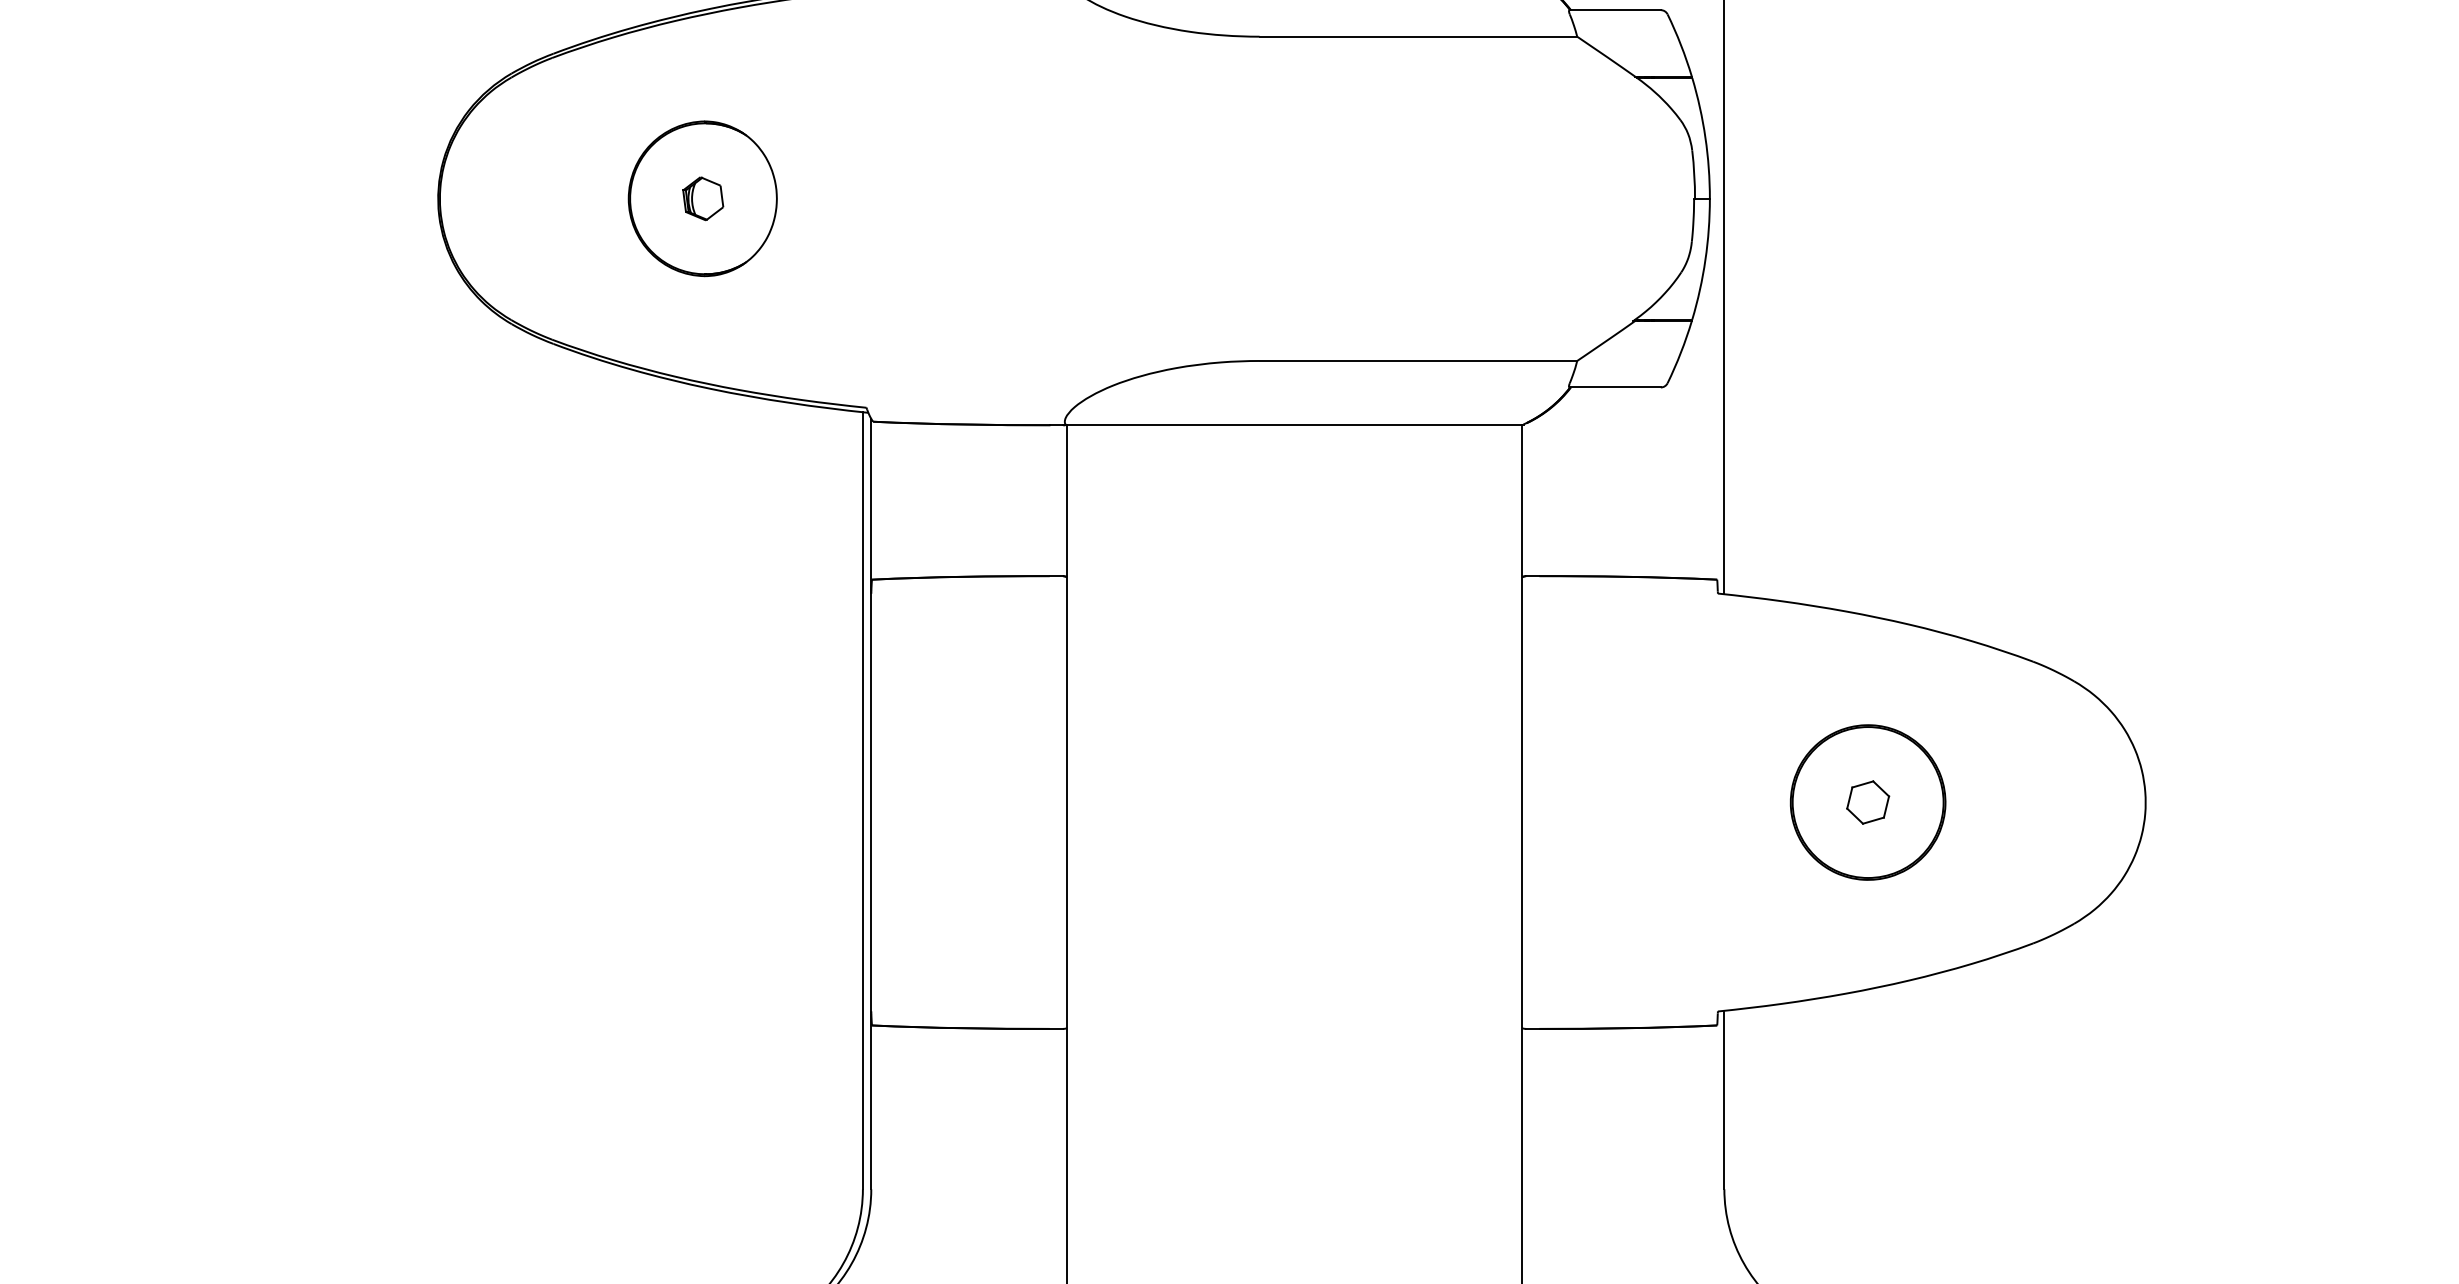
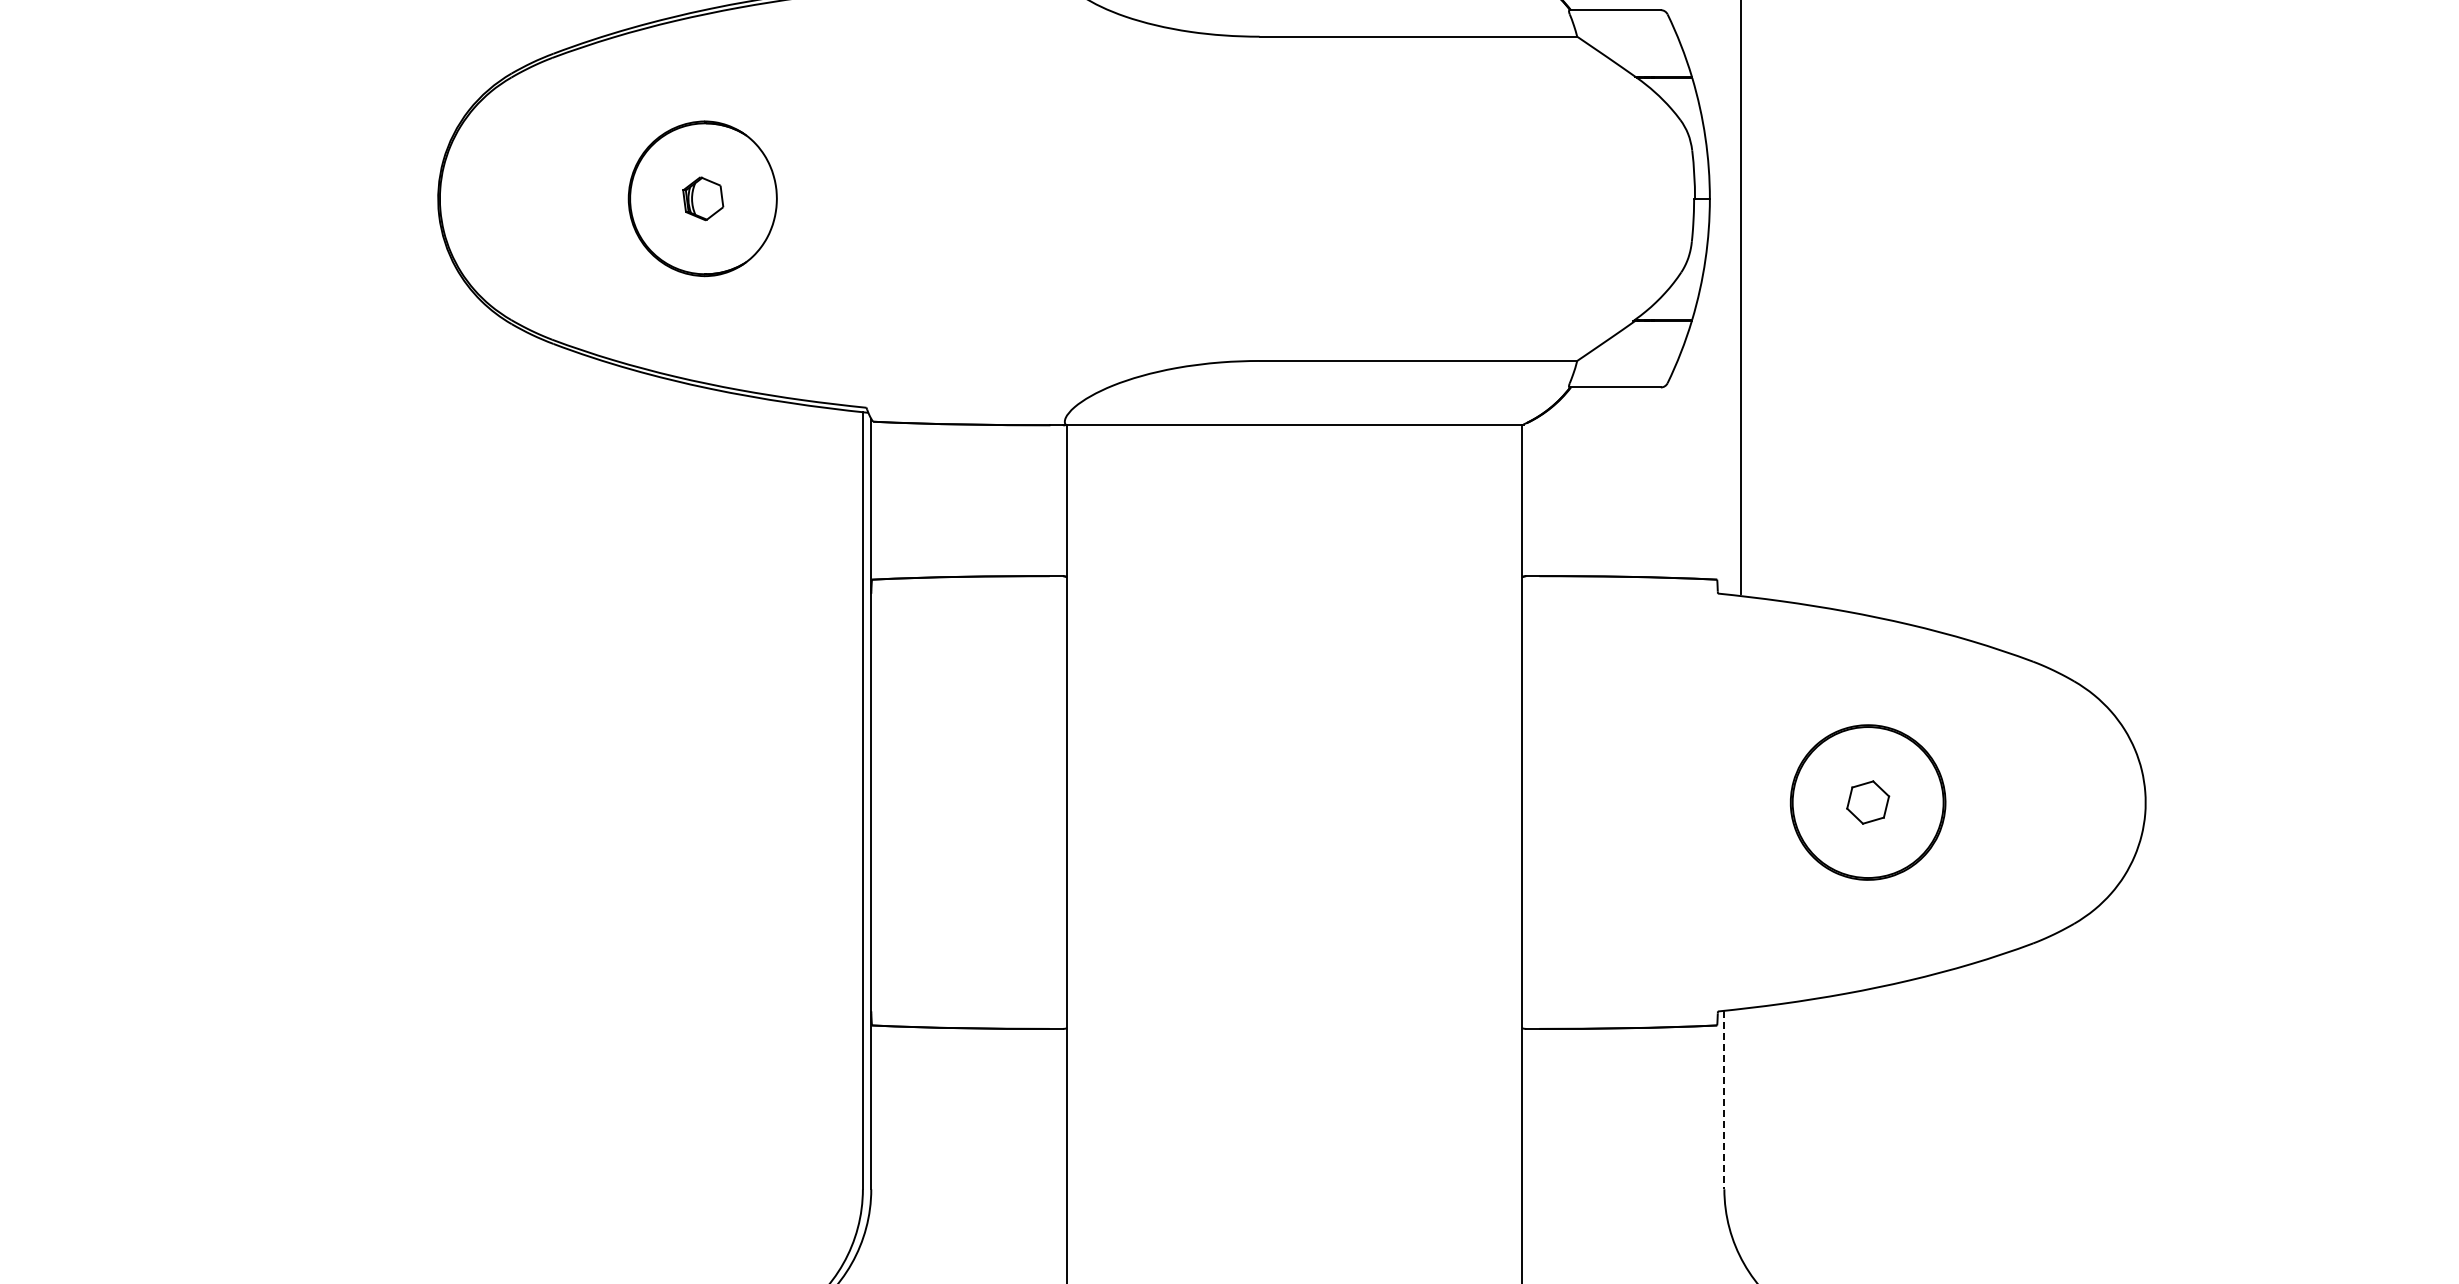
line at (1724, 298) position: (1724, 298) -> (1741, 298)
line at (1724, 1100): solid -> dashed
